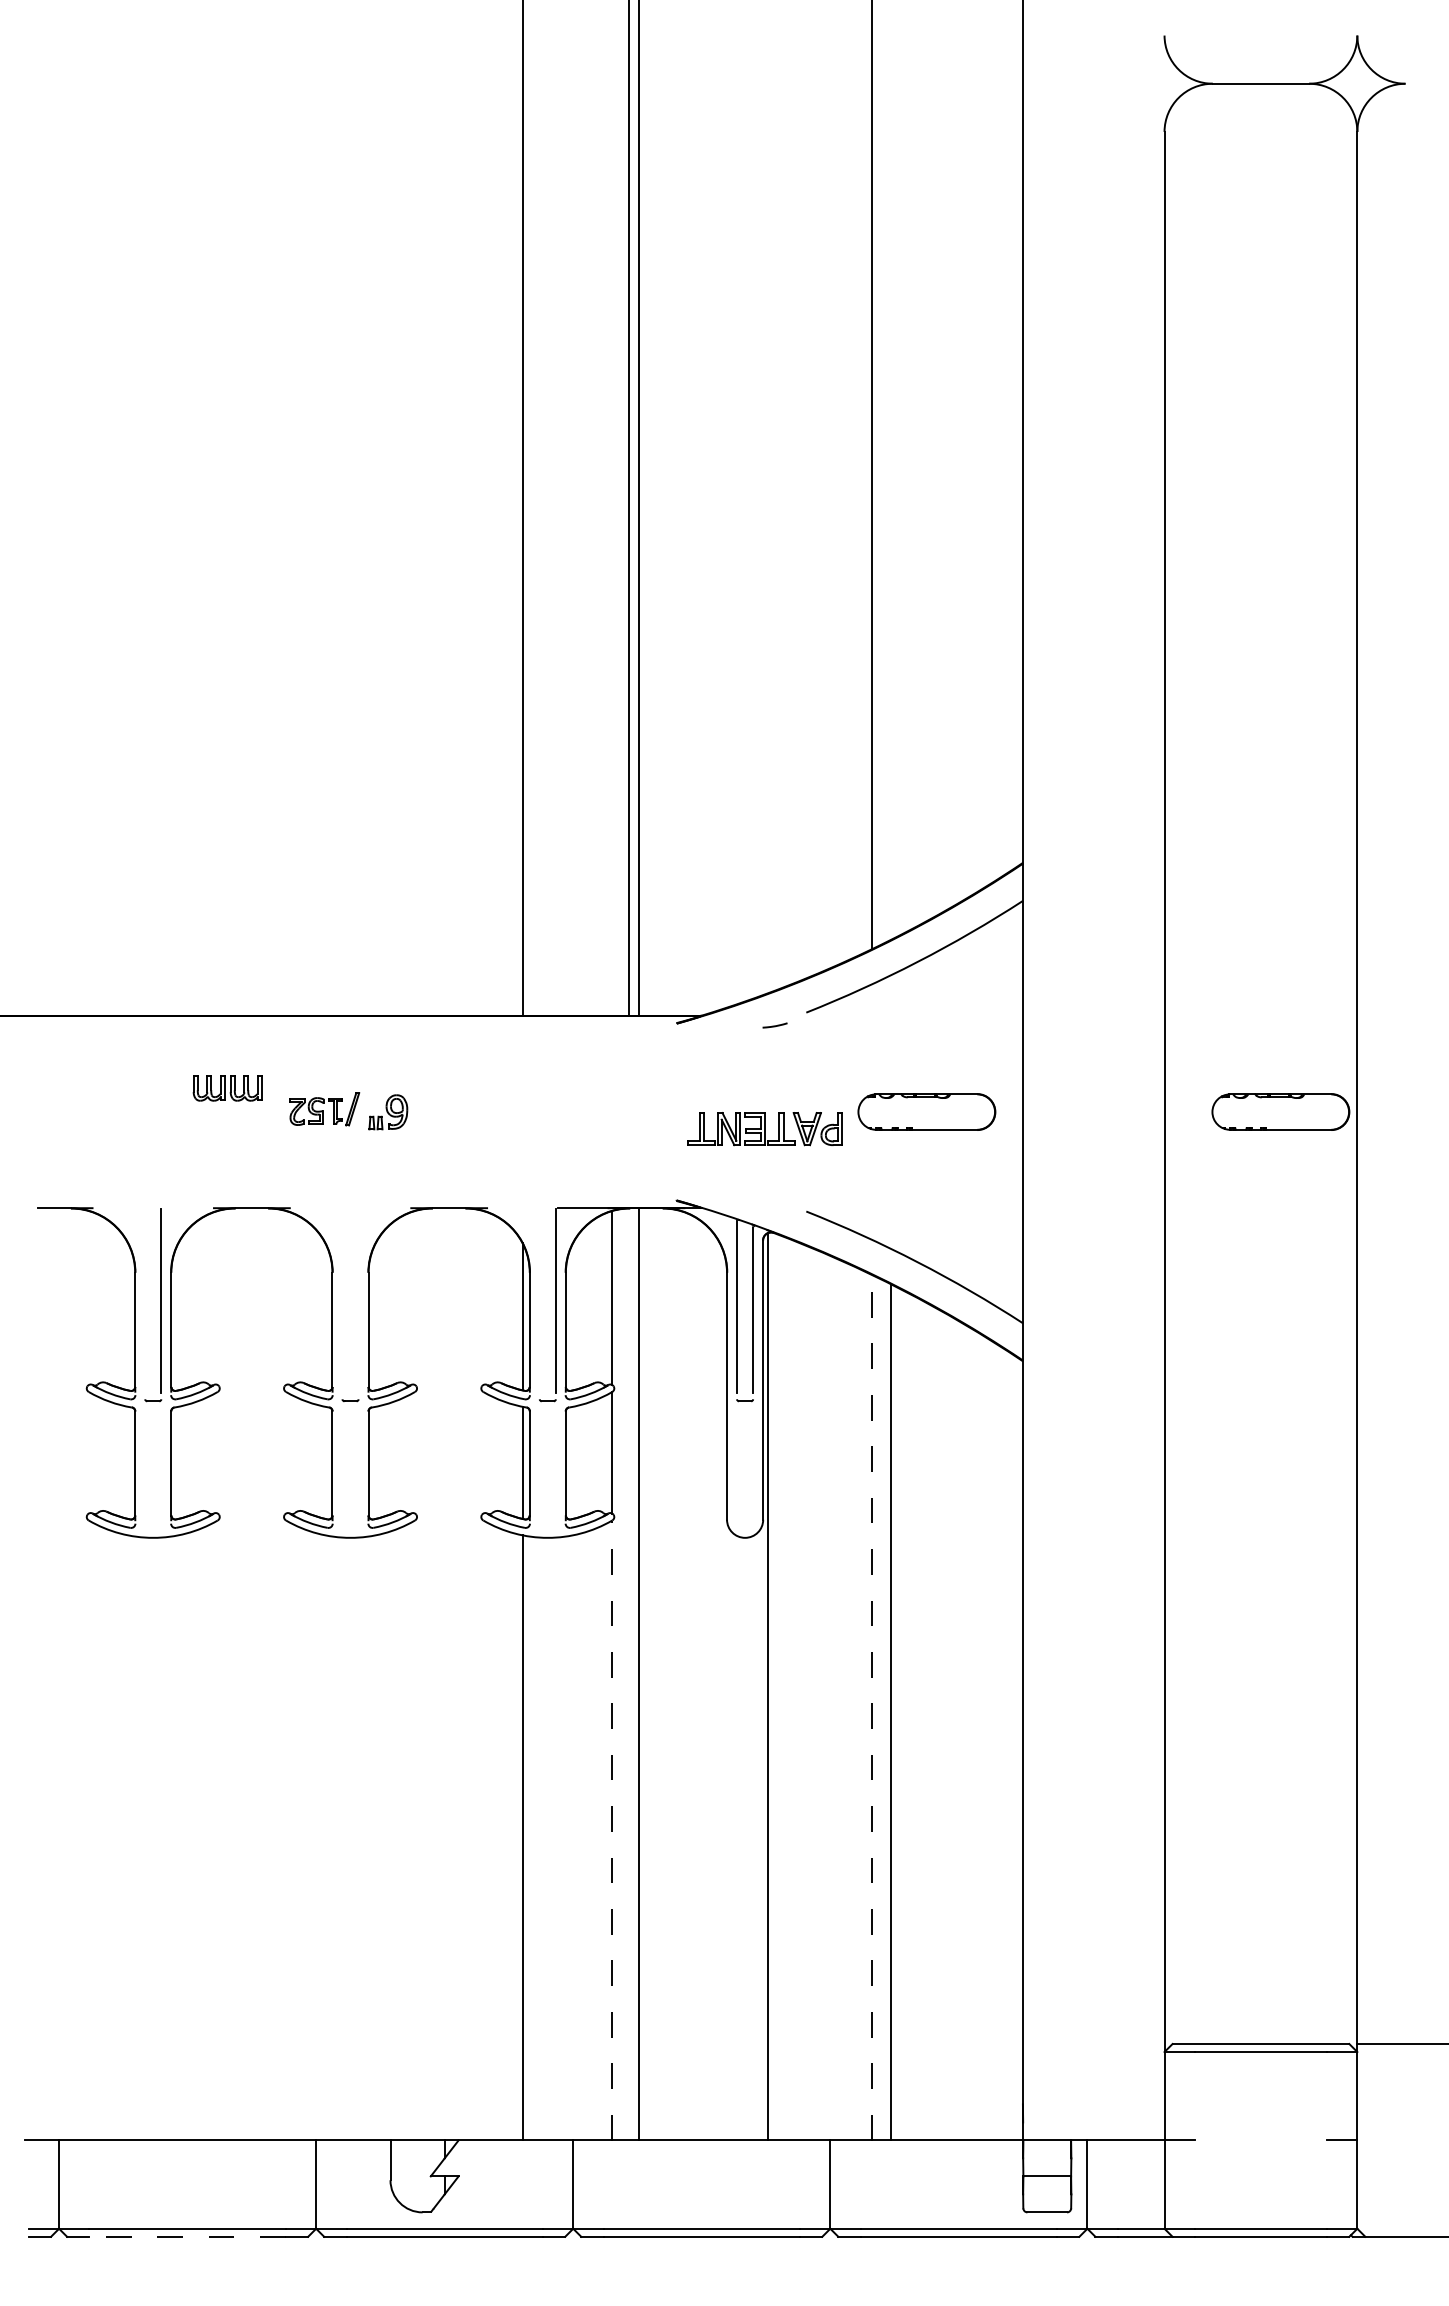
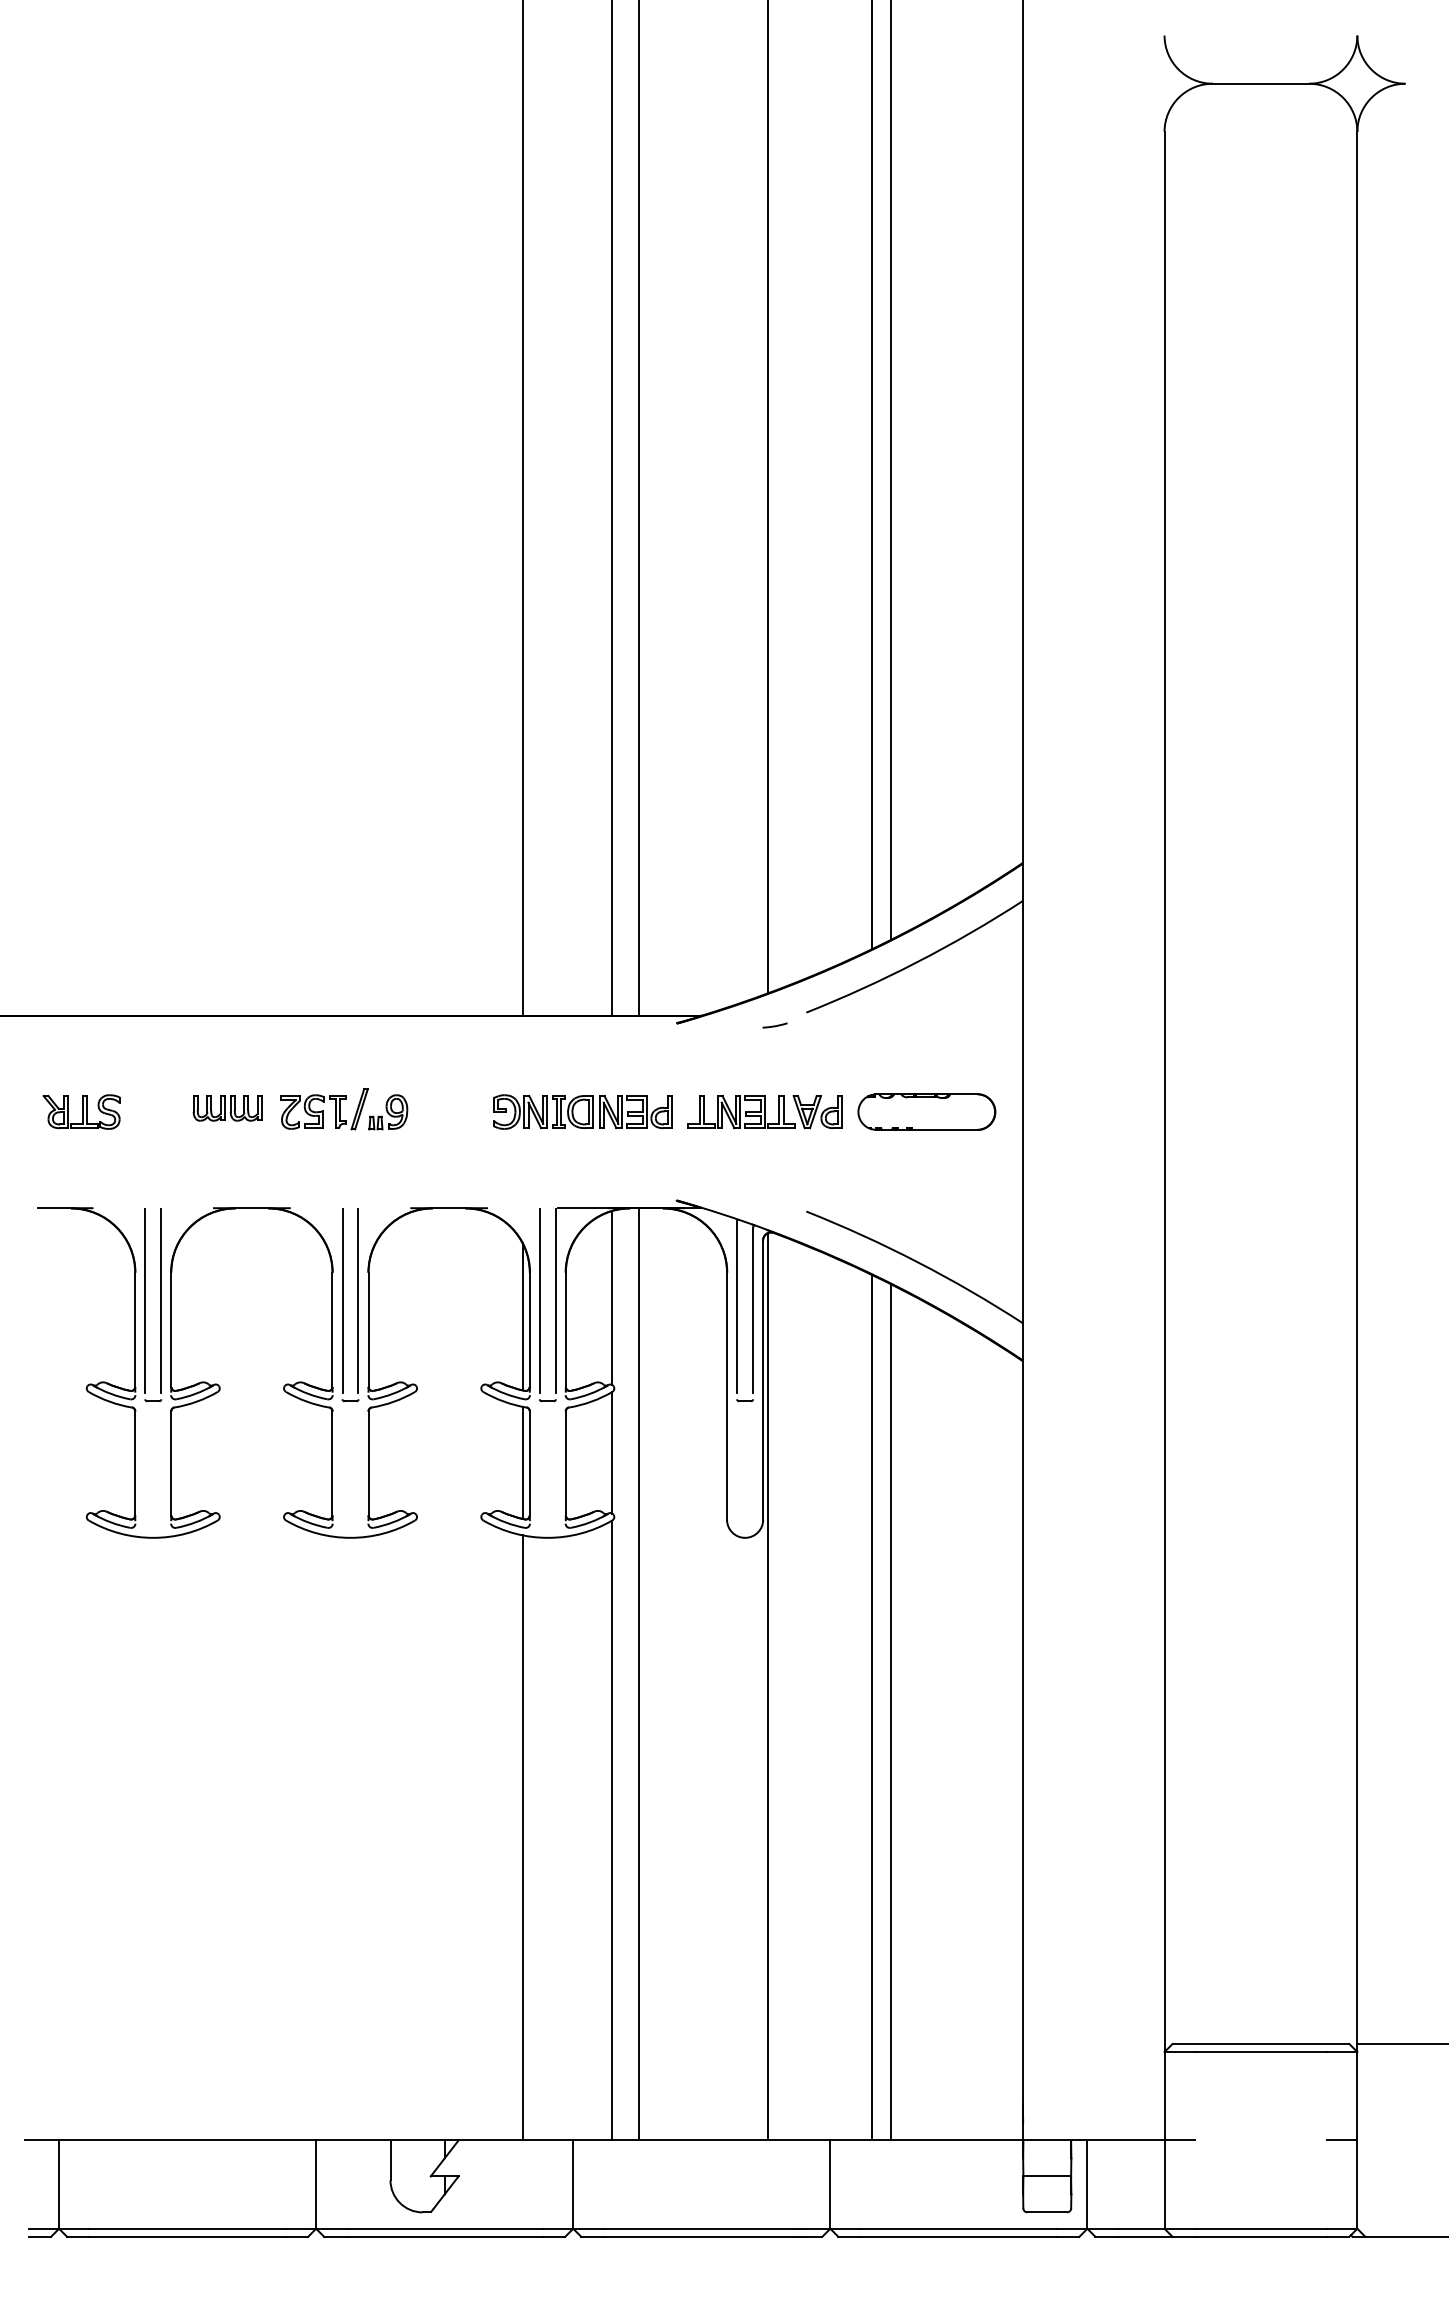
line at (890, 470): none -> present
line at (767, 497): none -> present
line at (629, 508) position: (629, 508) -> (612, 508)
part at (227, 1088) position: (227, 1088) -> (227, 1108)
part at (324, 1109) size: 72x35 px -> 89x43 px
part at (81, 1111): none -> present
part at (582, 1111): none -> present
part at (1280, 1111): present -> none
part at (764, 1129) position: (764, 1129) -> (764, 1112)
line at (145, 1301): none -> present
line at (342, 1301): none -> present
line at (358, 1301): none -> present
line at (539, 1301): none -> present
line at (872, 1707): dashed -> solid
line at (612, 1830): dashed -> solid
line at (187, 2236): dashed -> solid
